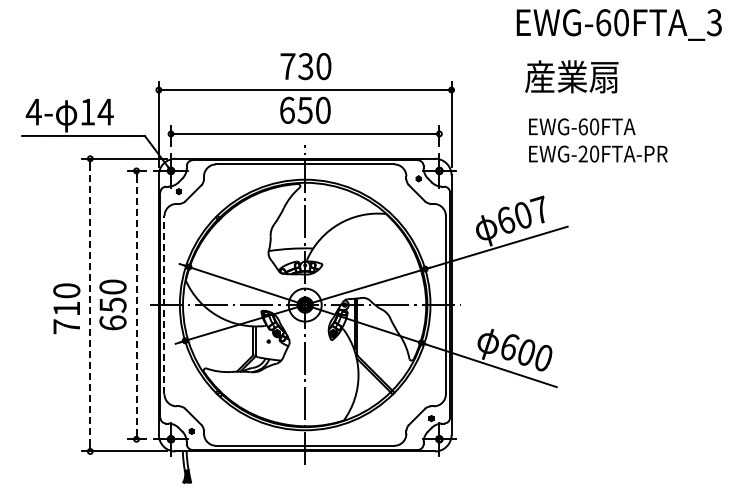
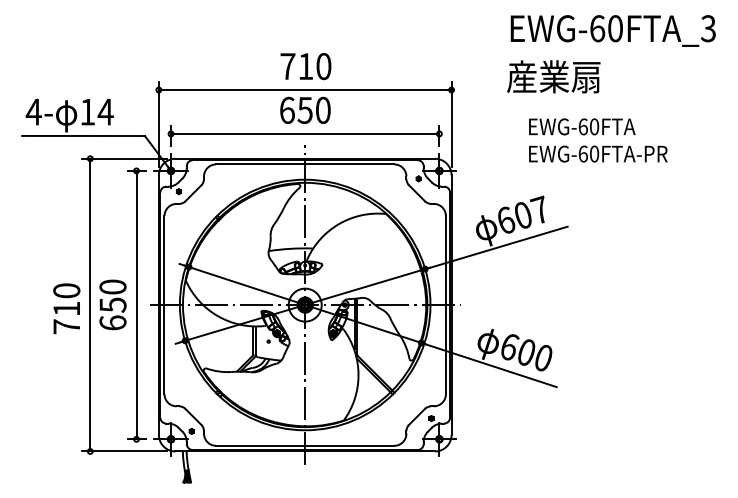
text at (618, 24) position: (618, 24) -> (612, 30)
text at (305, 66): 730 -> 710
text at (571, 76) position: (571, 76) -> (553, 76)
text at (582, 153): EWG-20FTA-PR -> EWG-60FTA-PR
line at (164, 304): dashed -> solid
line at (90, 305): dashed -> solid
line at (136, 305): dashed -> solid
